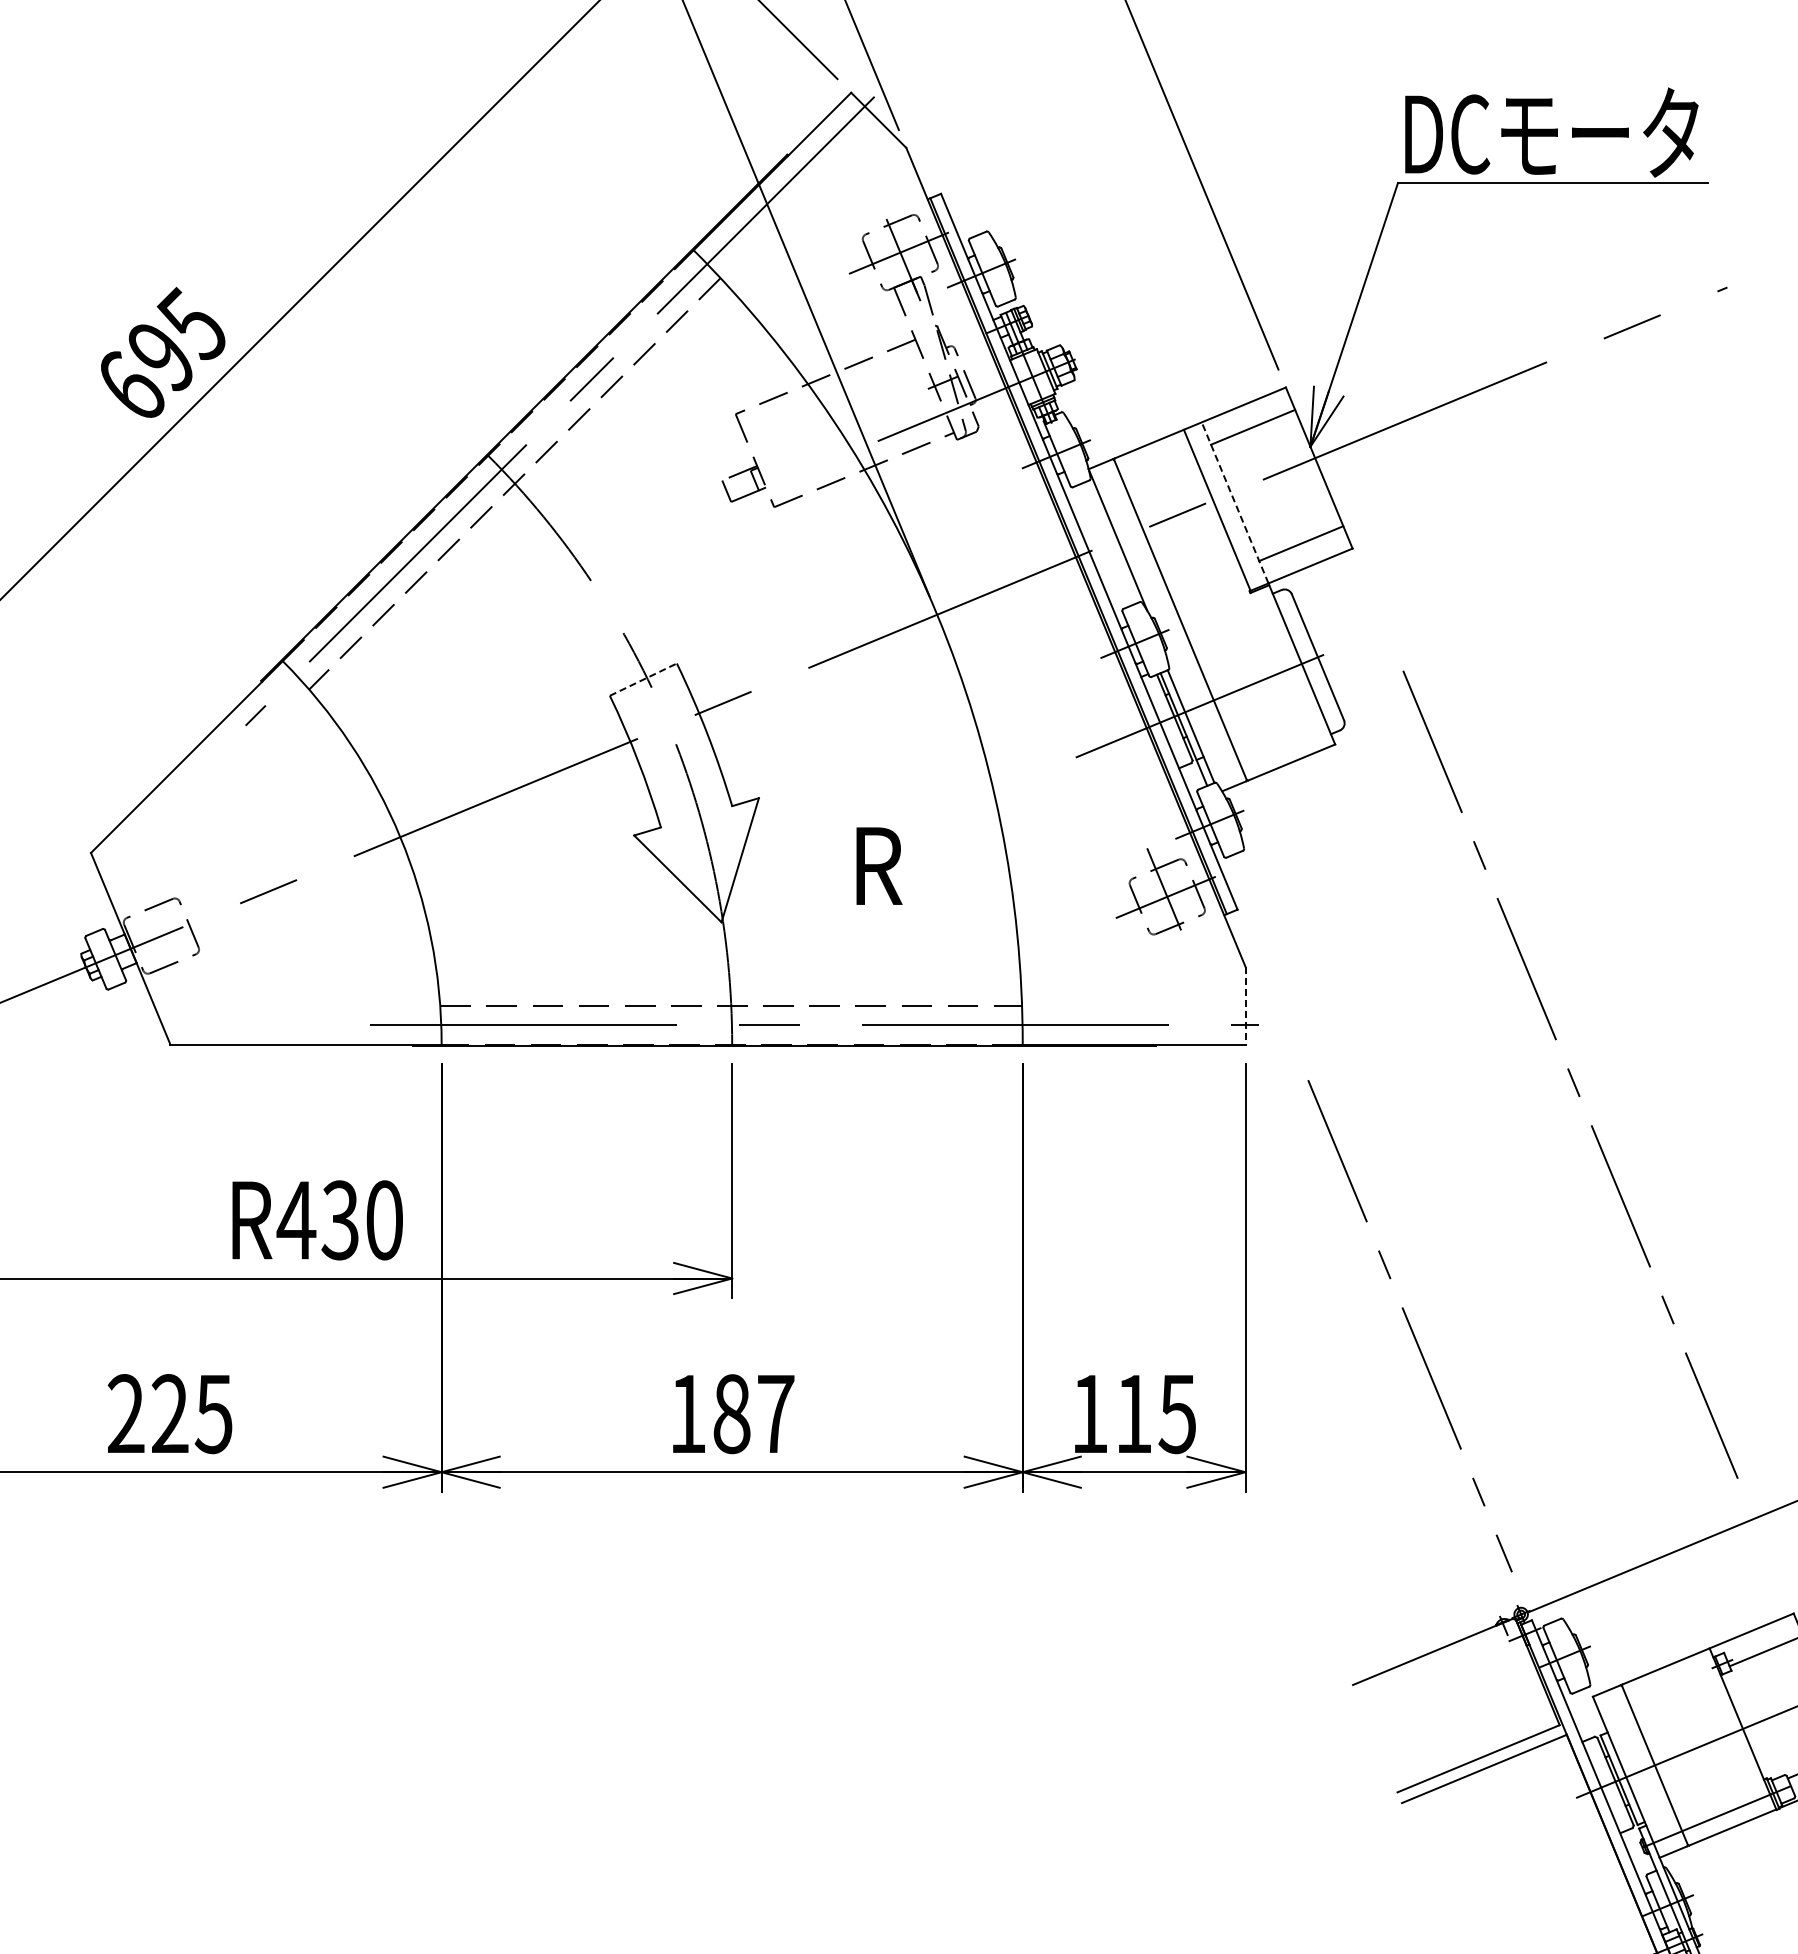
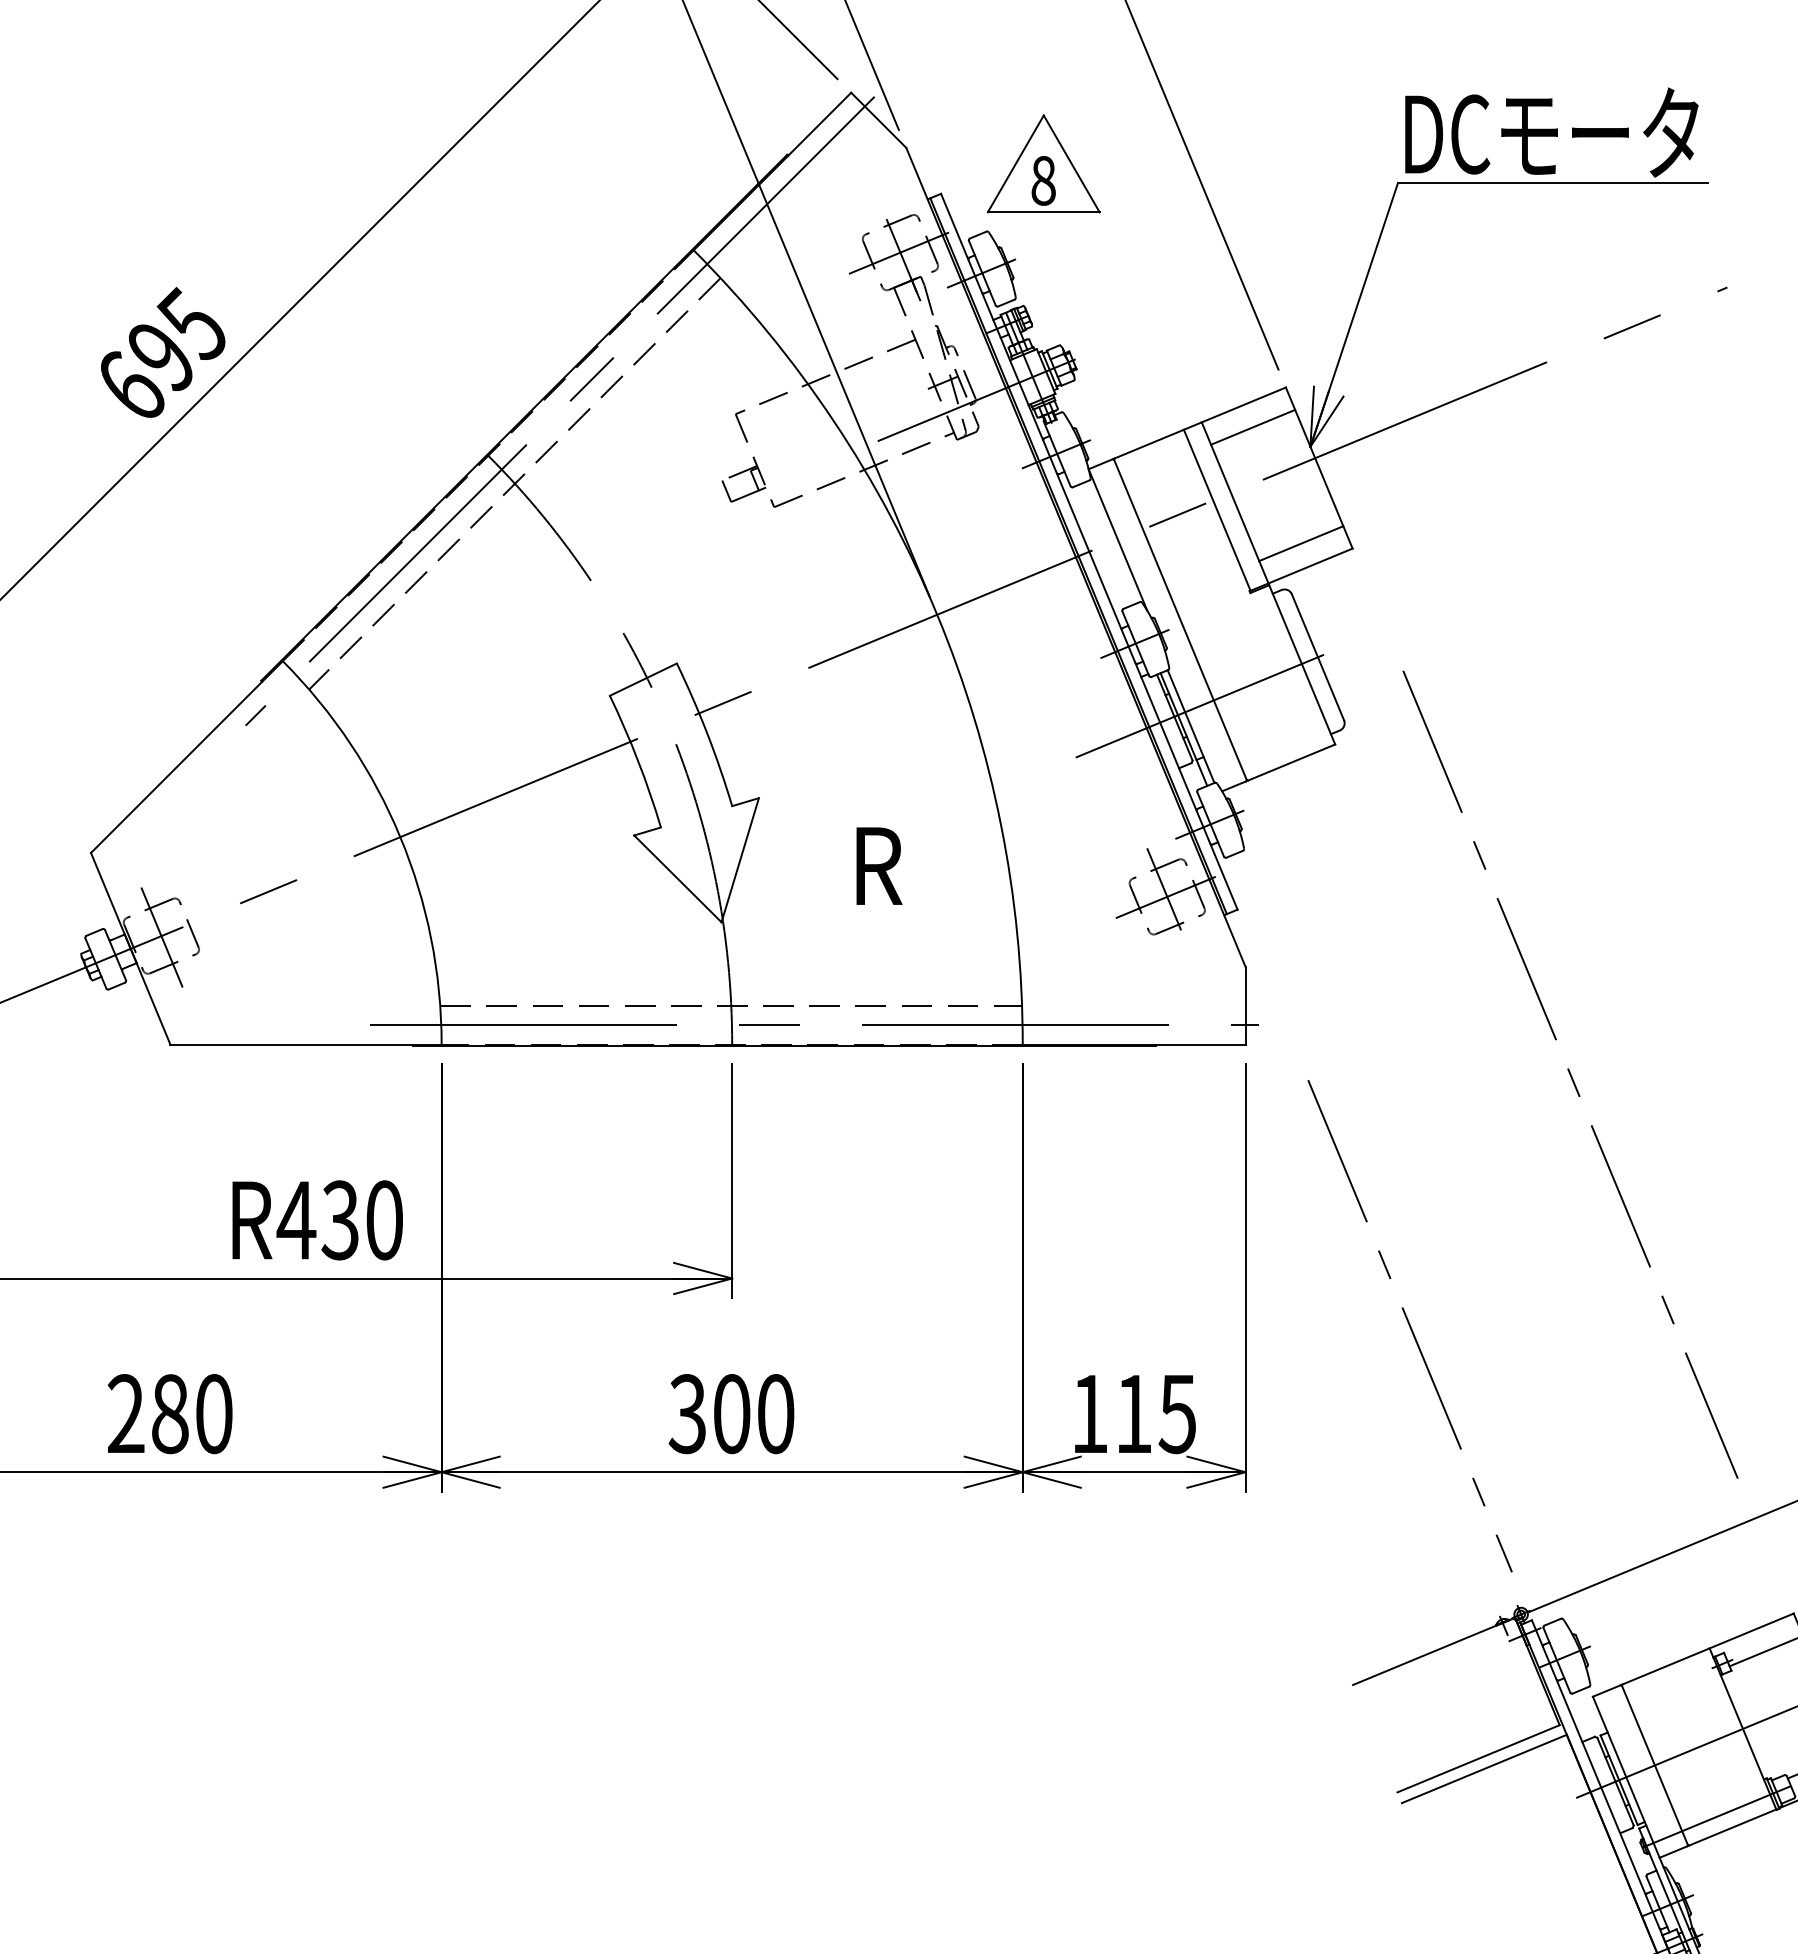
part at (1043, 163): none -> present
line at (1234, 502): dashed -> solid
line at (643, 679): dashed -> solid
line at (161, 937): none -> present
line at (1245, 1005): dashed -> solid
text at (191, 1414): 225 -> 280
text at (731, 1414): 187 -> 300
